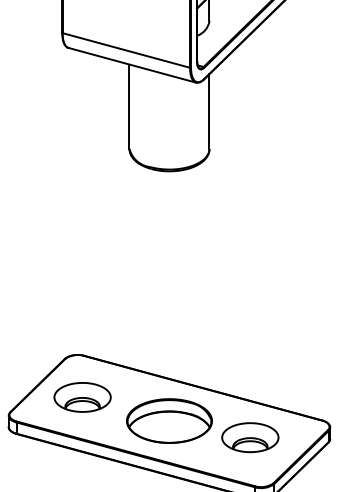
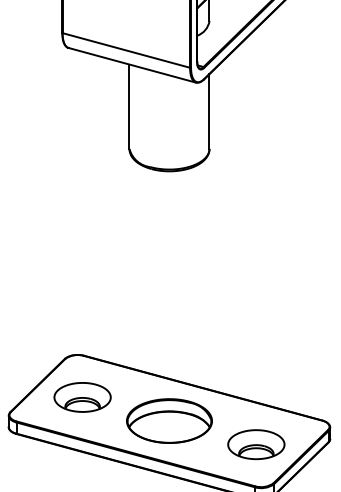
part at (250, 437) position: (250, 437) -> (256, 444)
